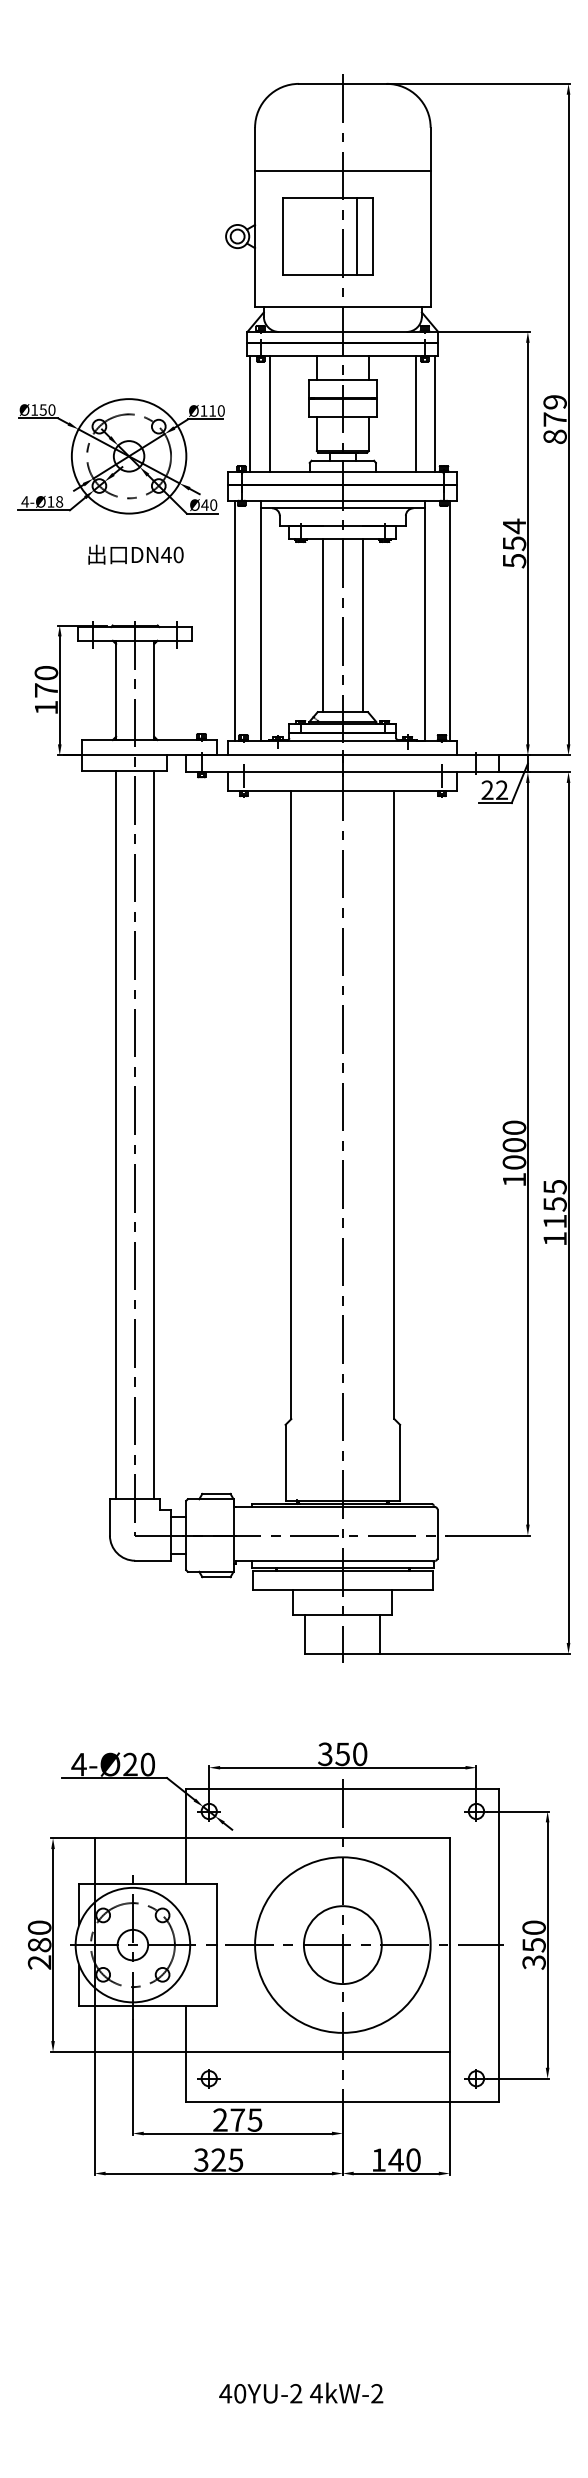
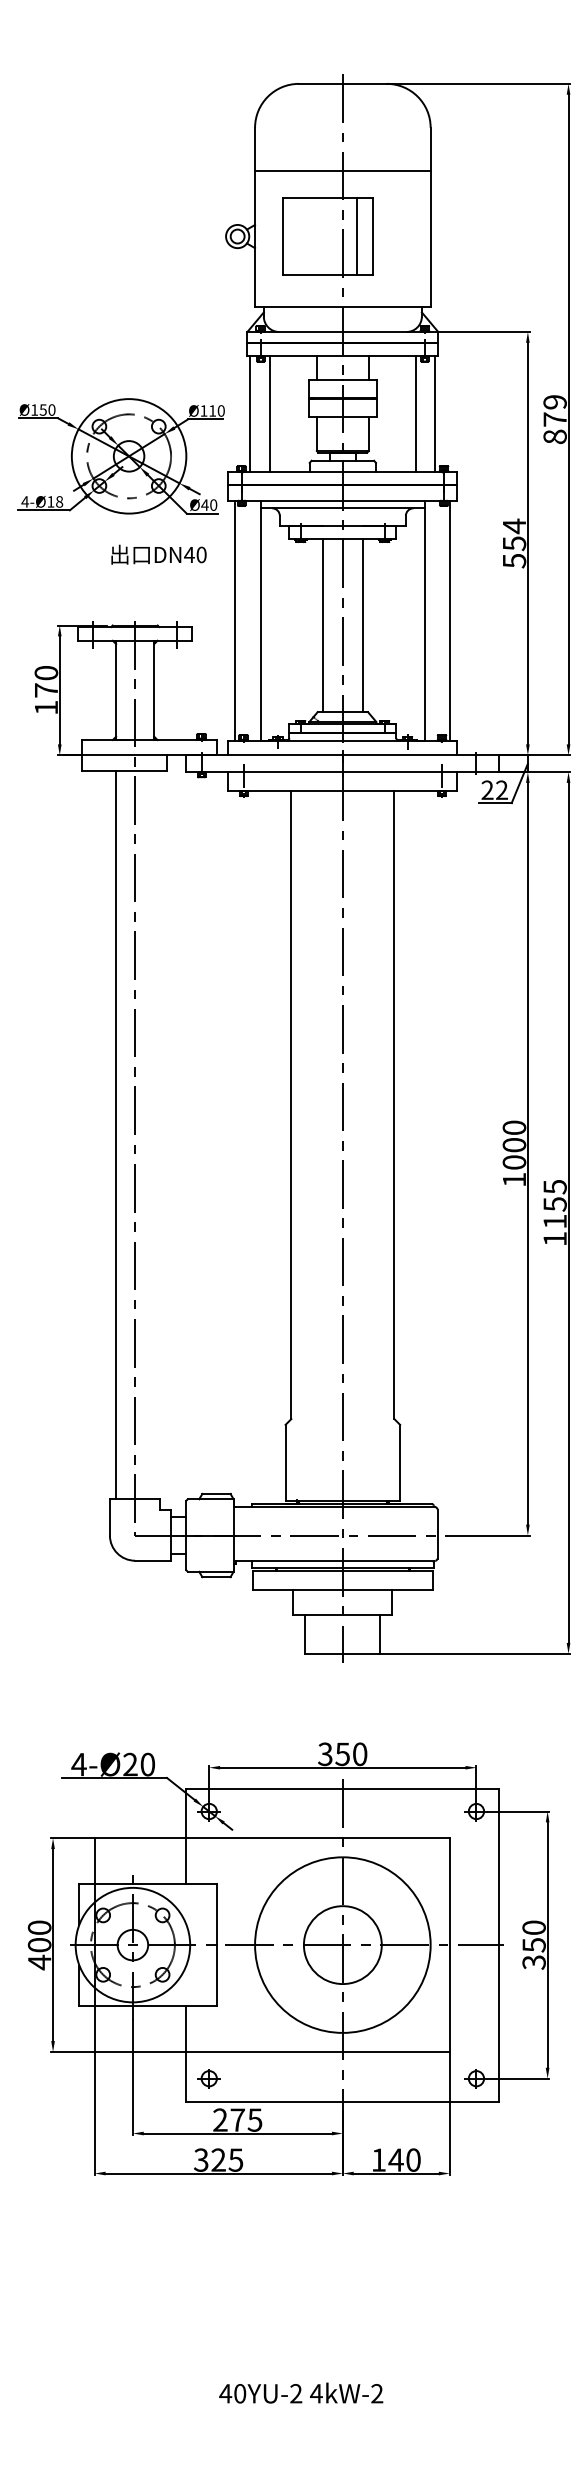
text at (135, 554) position: (135, 554) -> (158, 554)
line at (154, 1134): present -> none
text at (39, 1953): 280 -> 400
